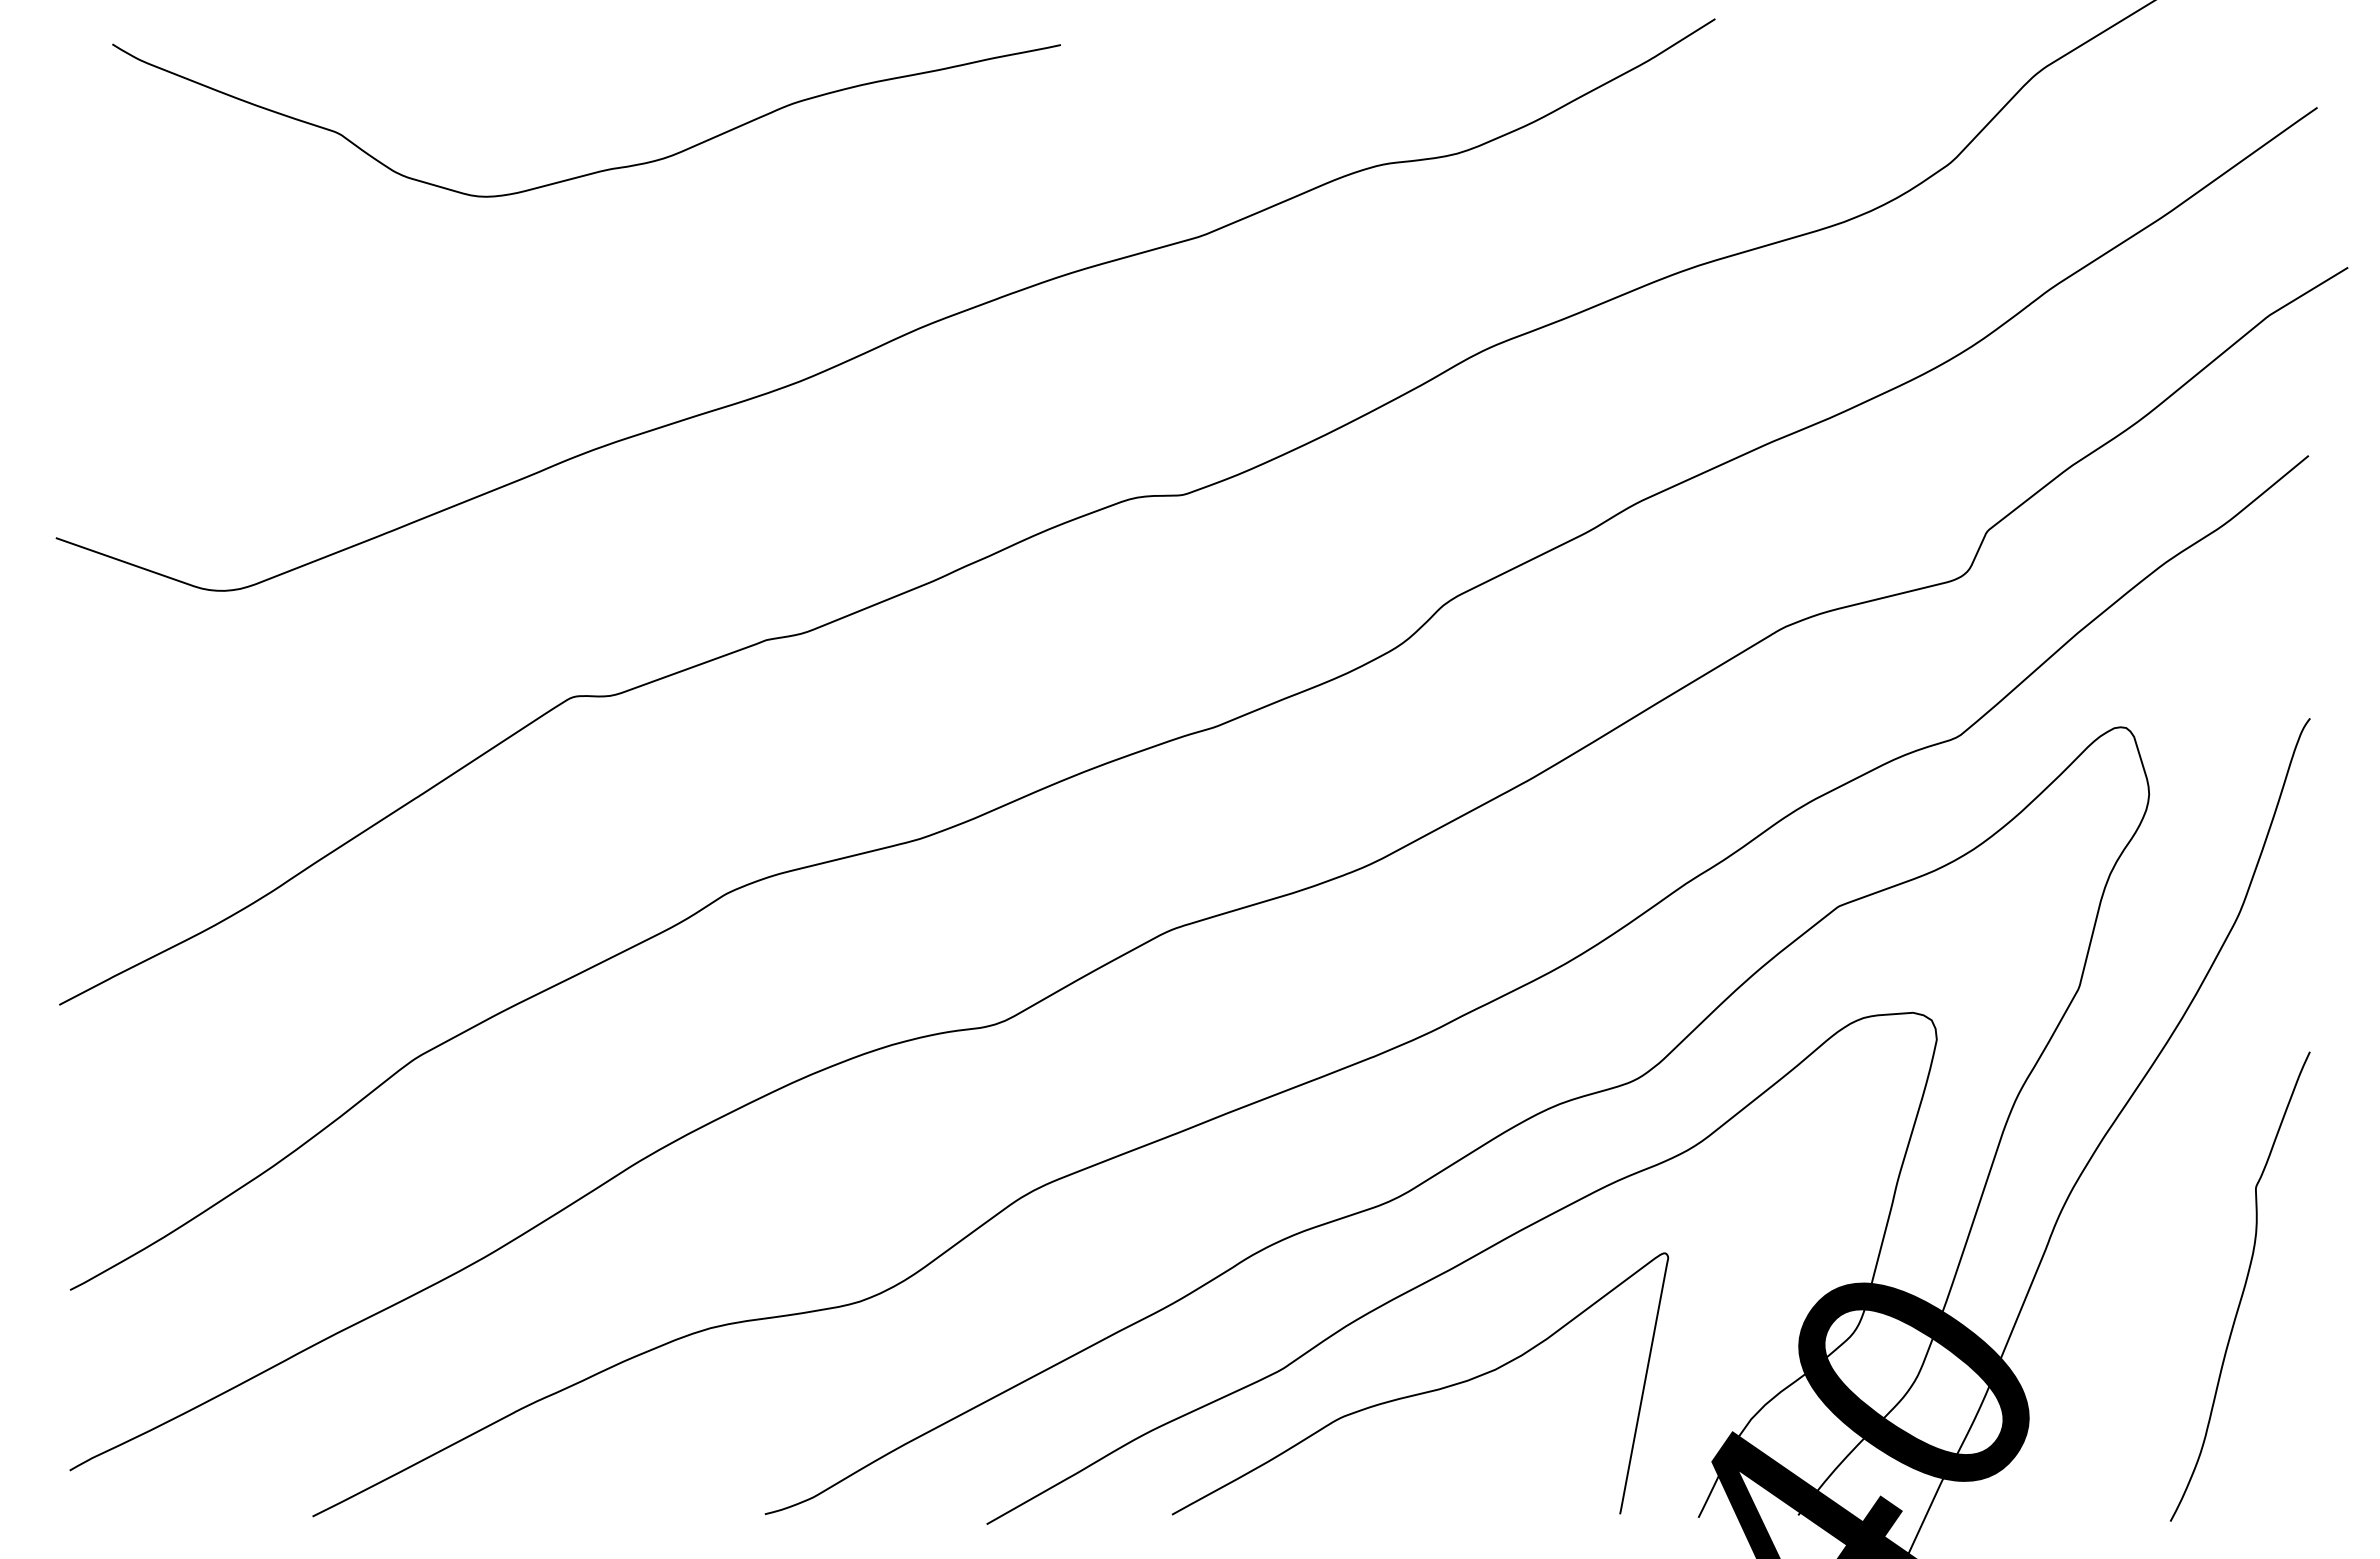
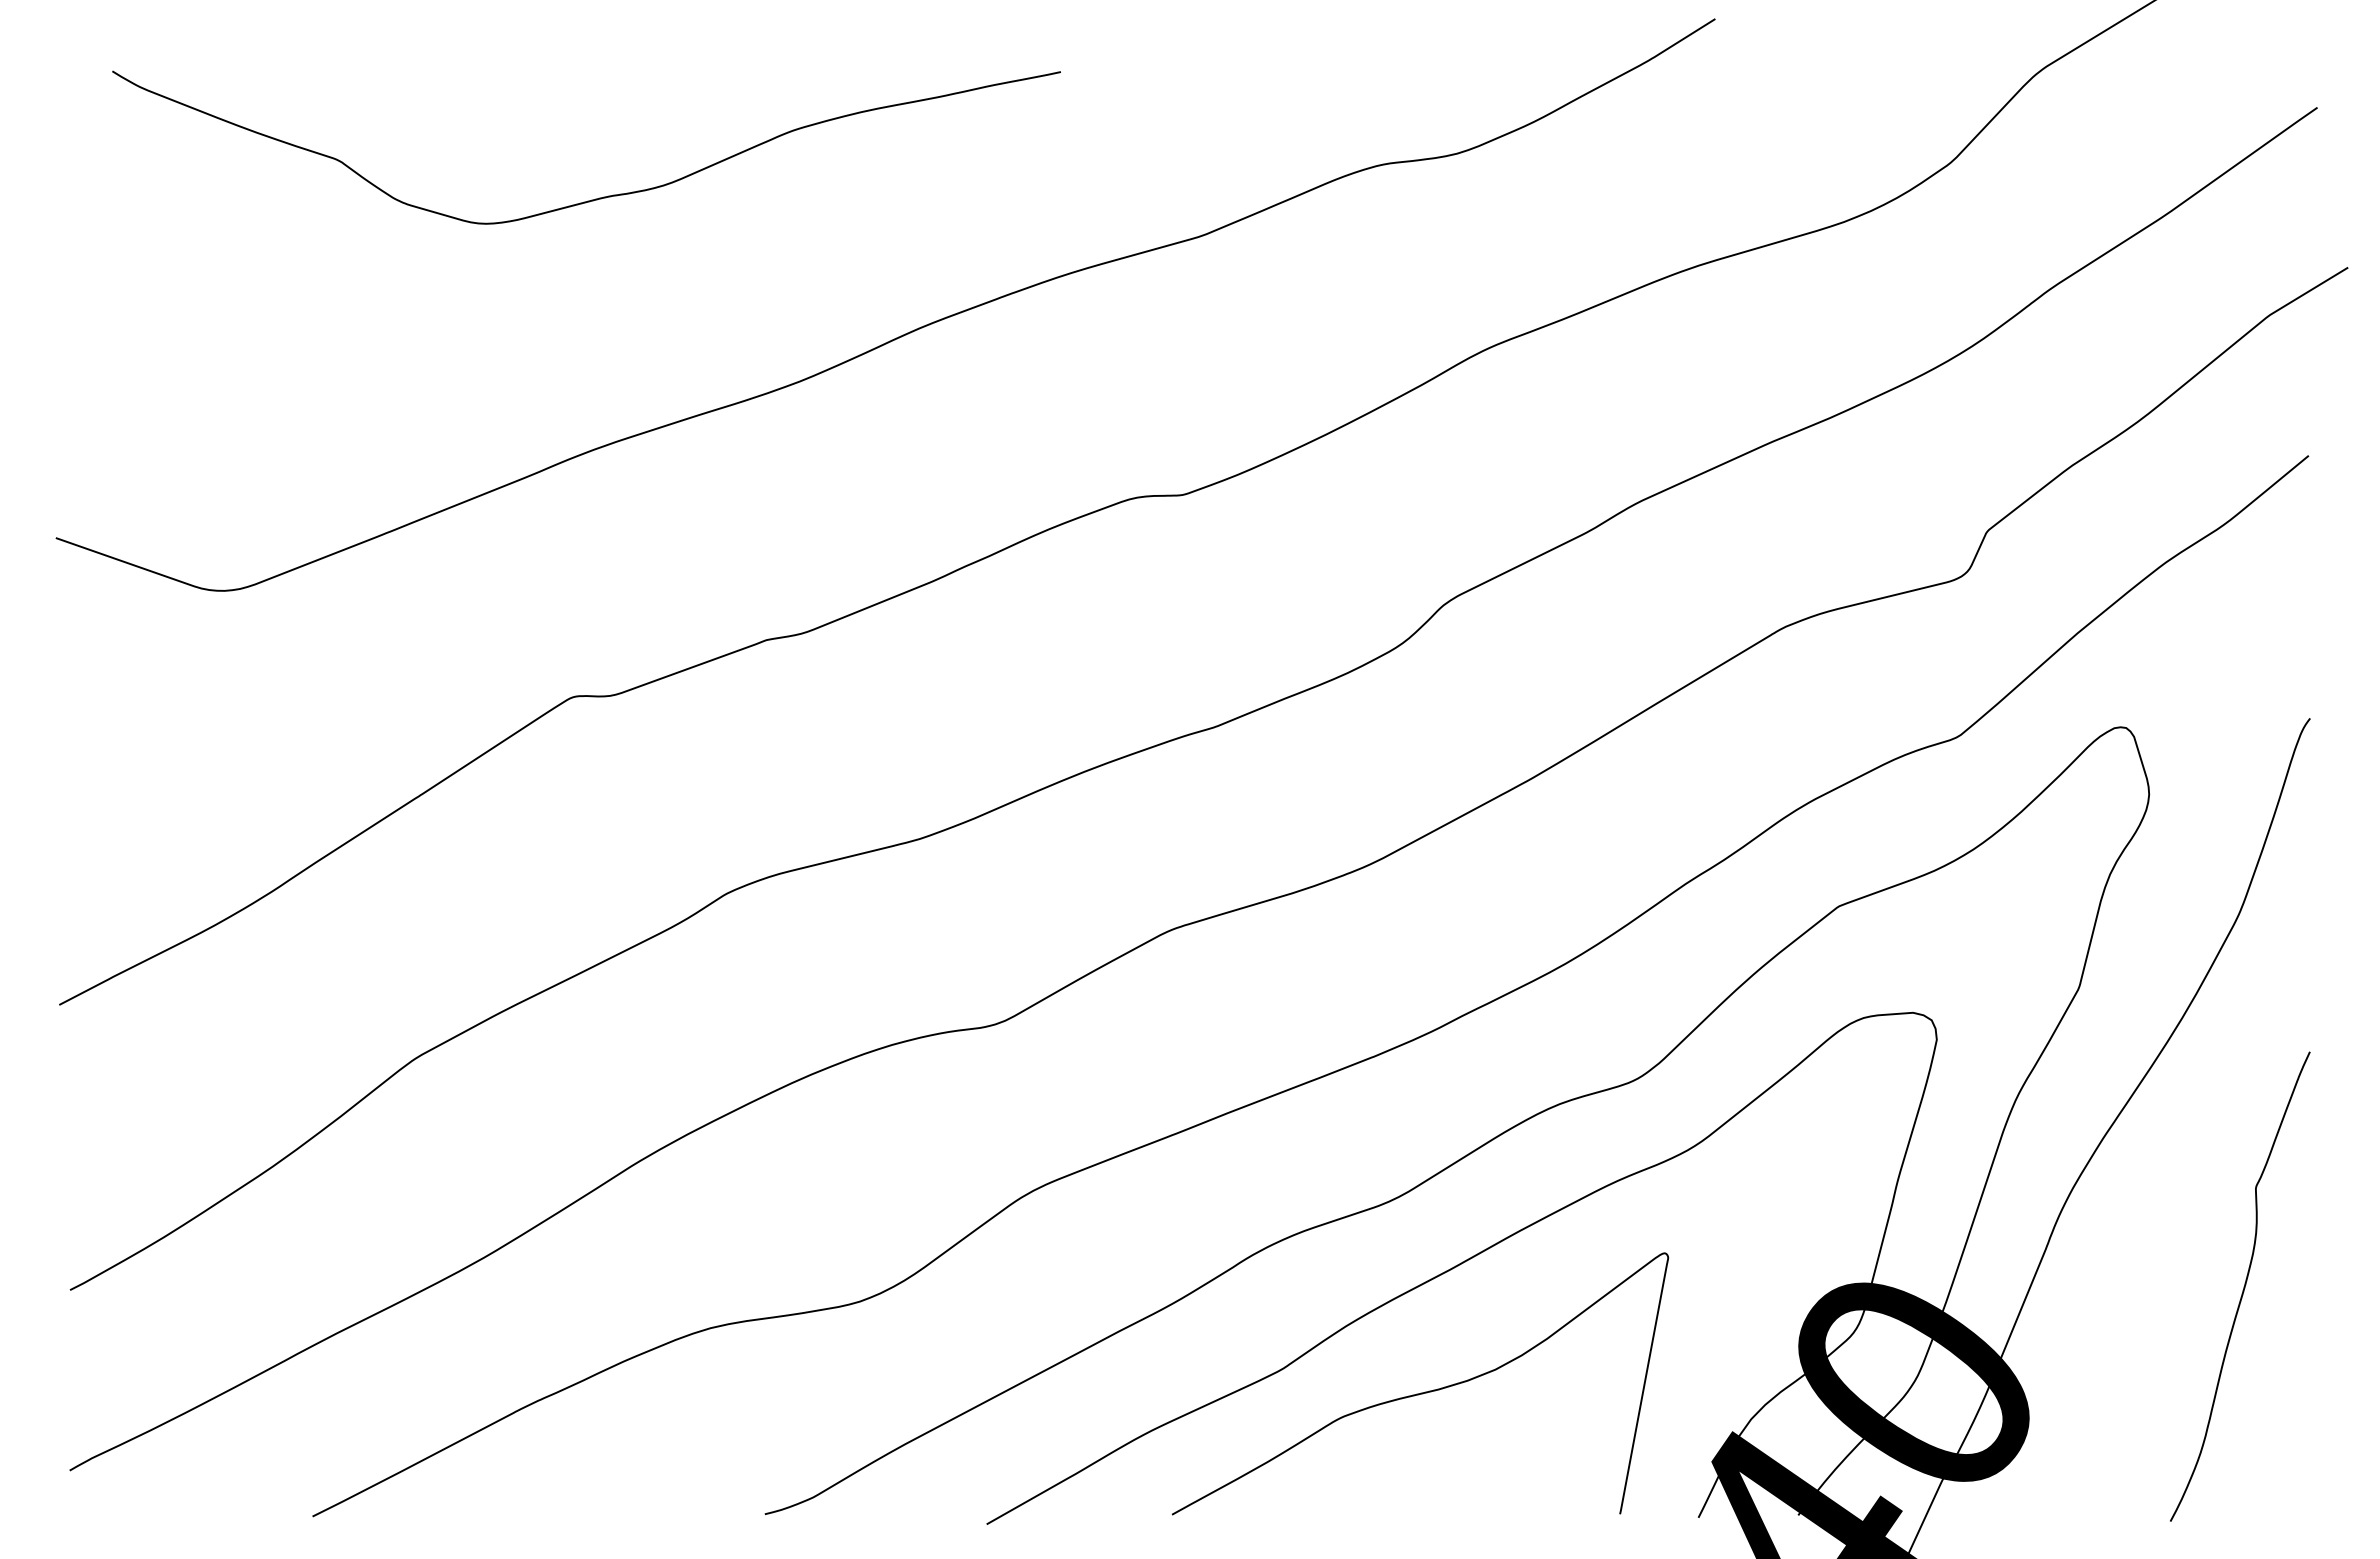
curve at (599, 170) position: (599, 170) -> (599, 197)
